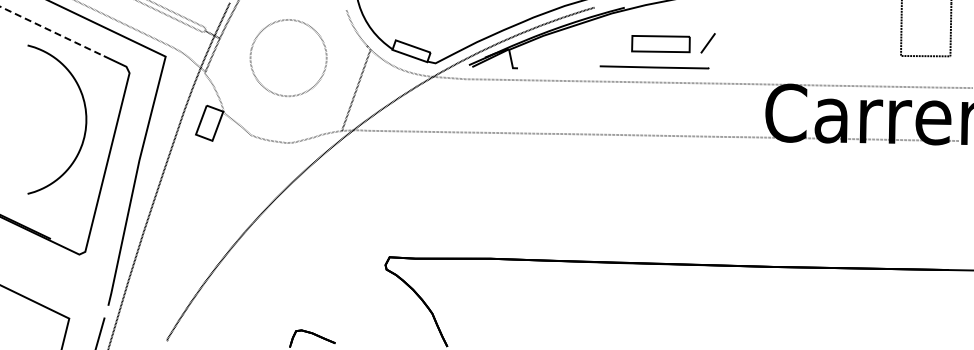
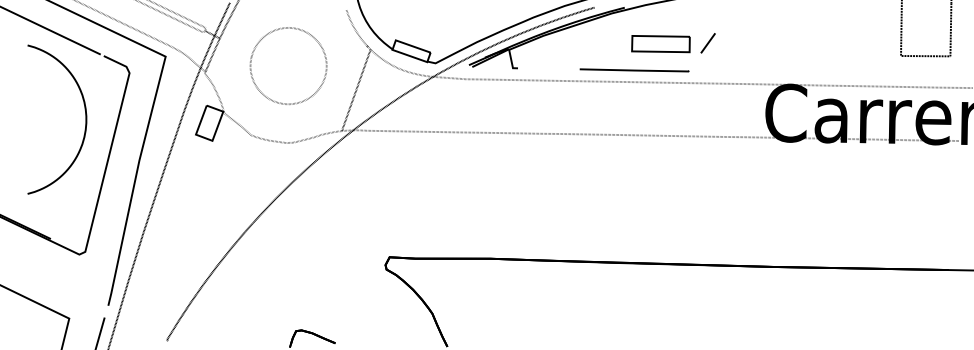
part at (282, 21) position: (282, 21) -> (282, 29)
line at (50, 30): dashed -> solid
line at (654, 67) position: (654, 67) -> (634, 70)
